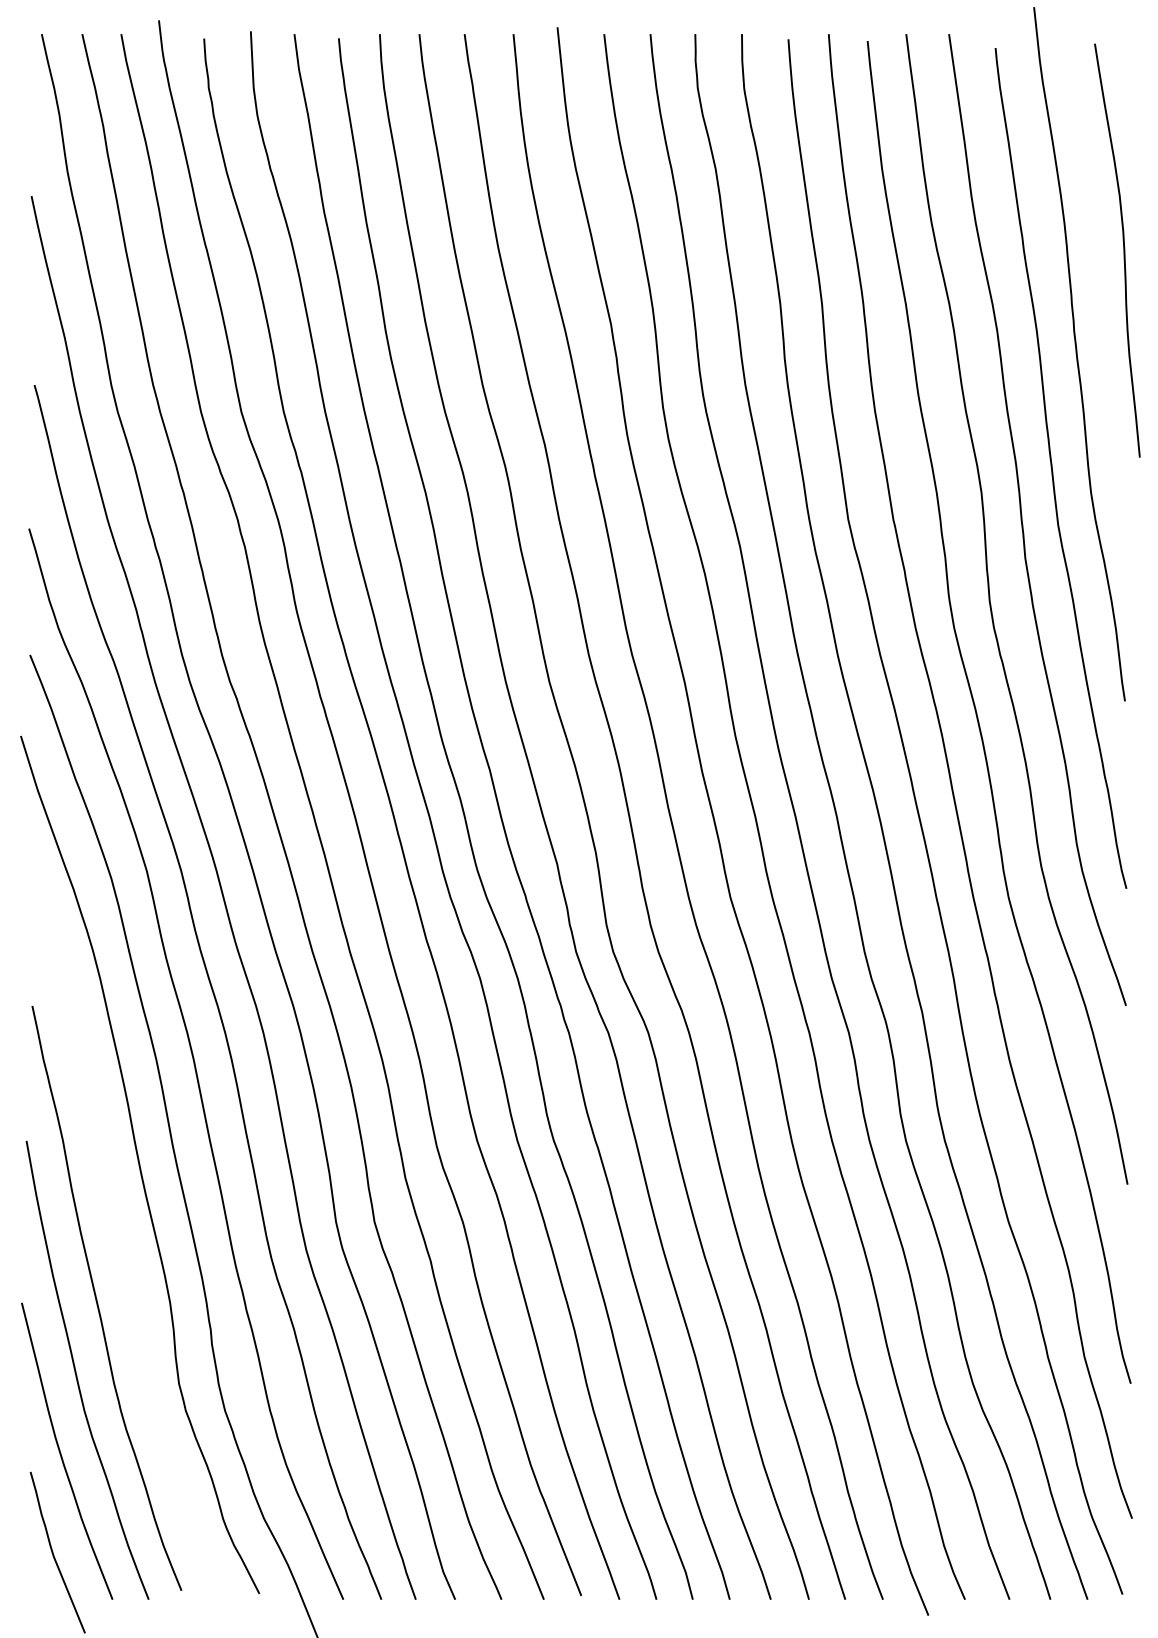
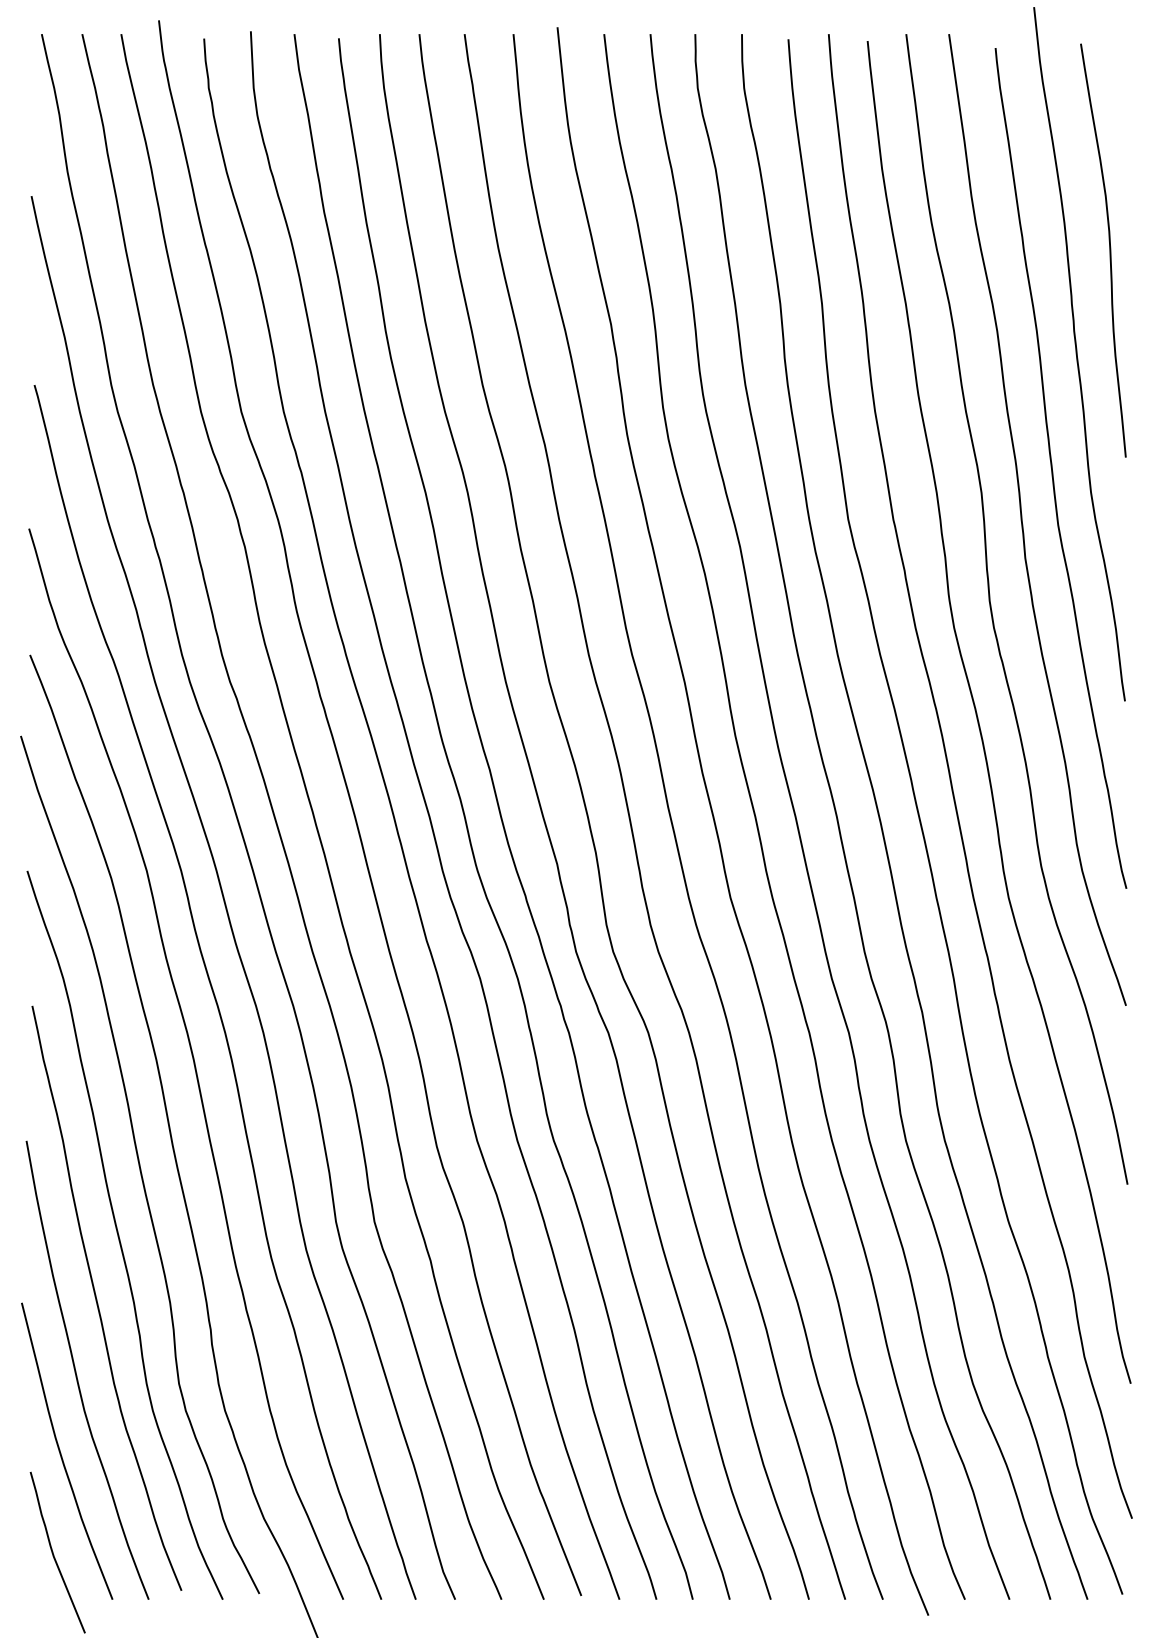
curve at (1123, 250) position: (1123, 250) -> (1109, 250)
curve at (119, 1235): none -> present
